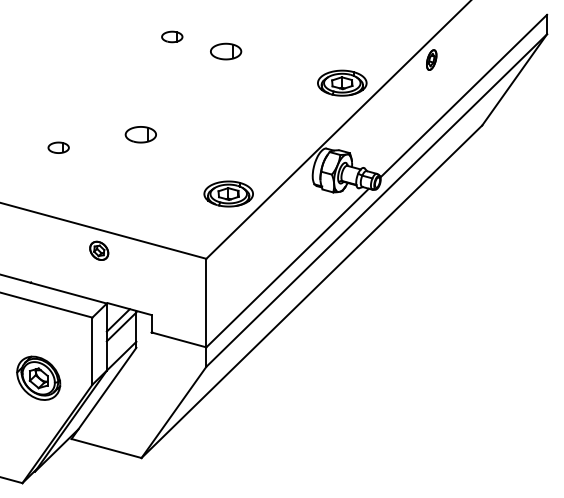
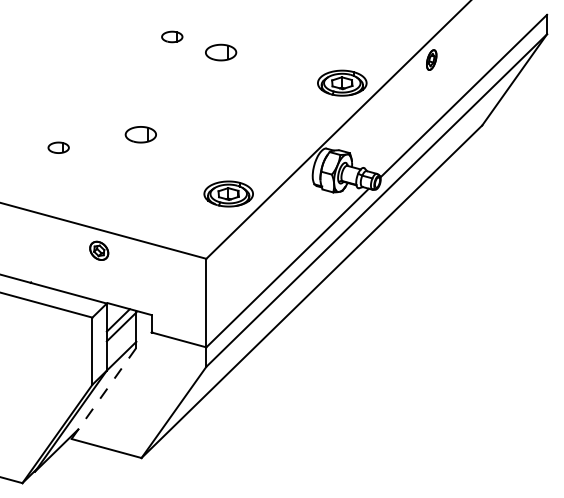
part at (226, 51) position: (226, 51) -> (221, 52)
part at (38, 377): present -> none
line at (103, 393): solid -> dashed
